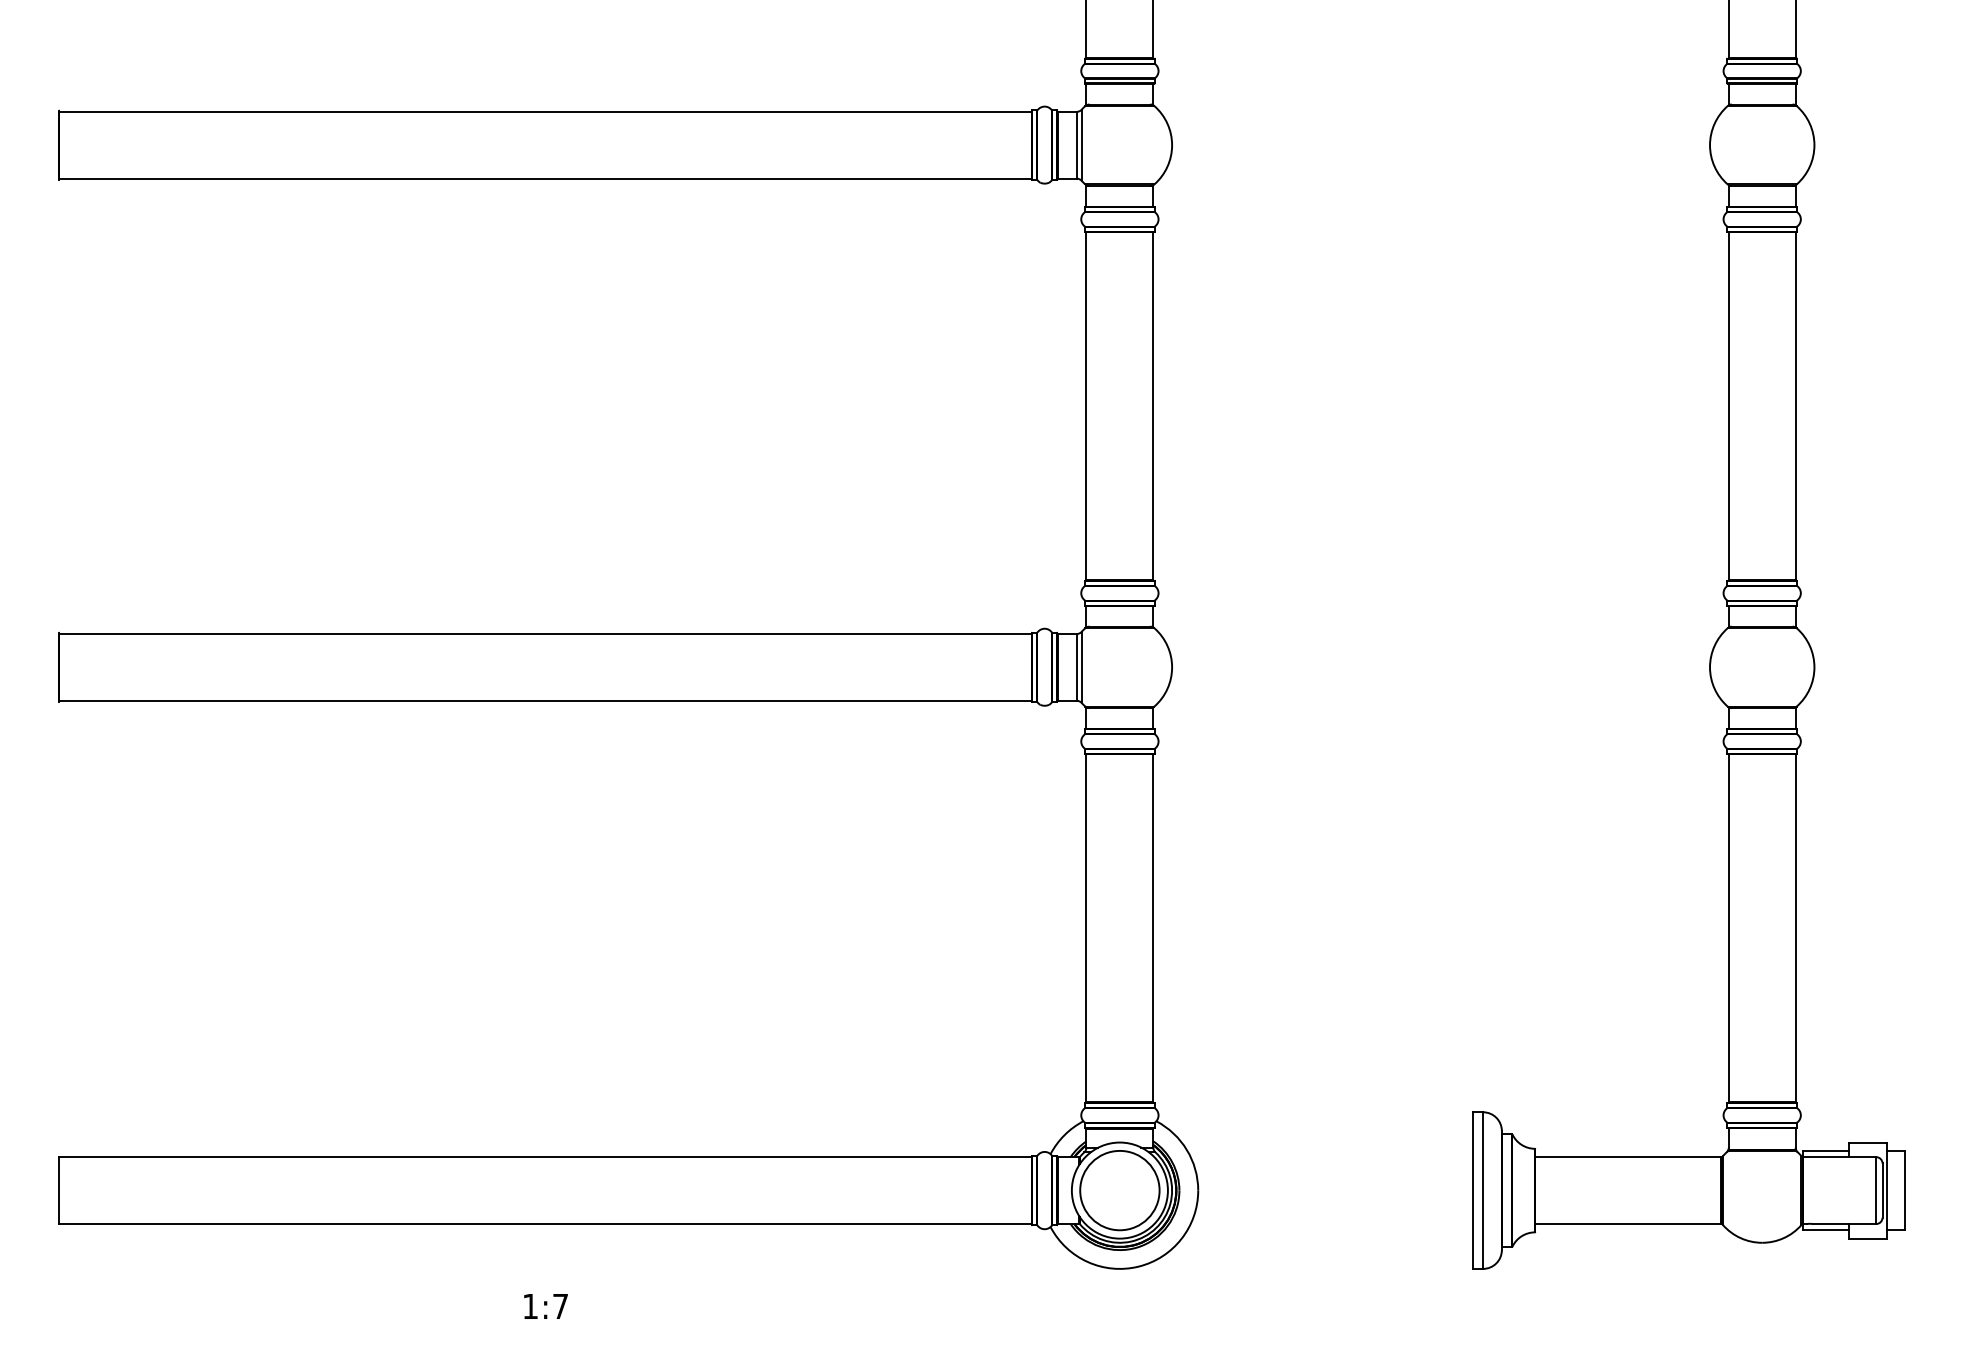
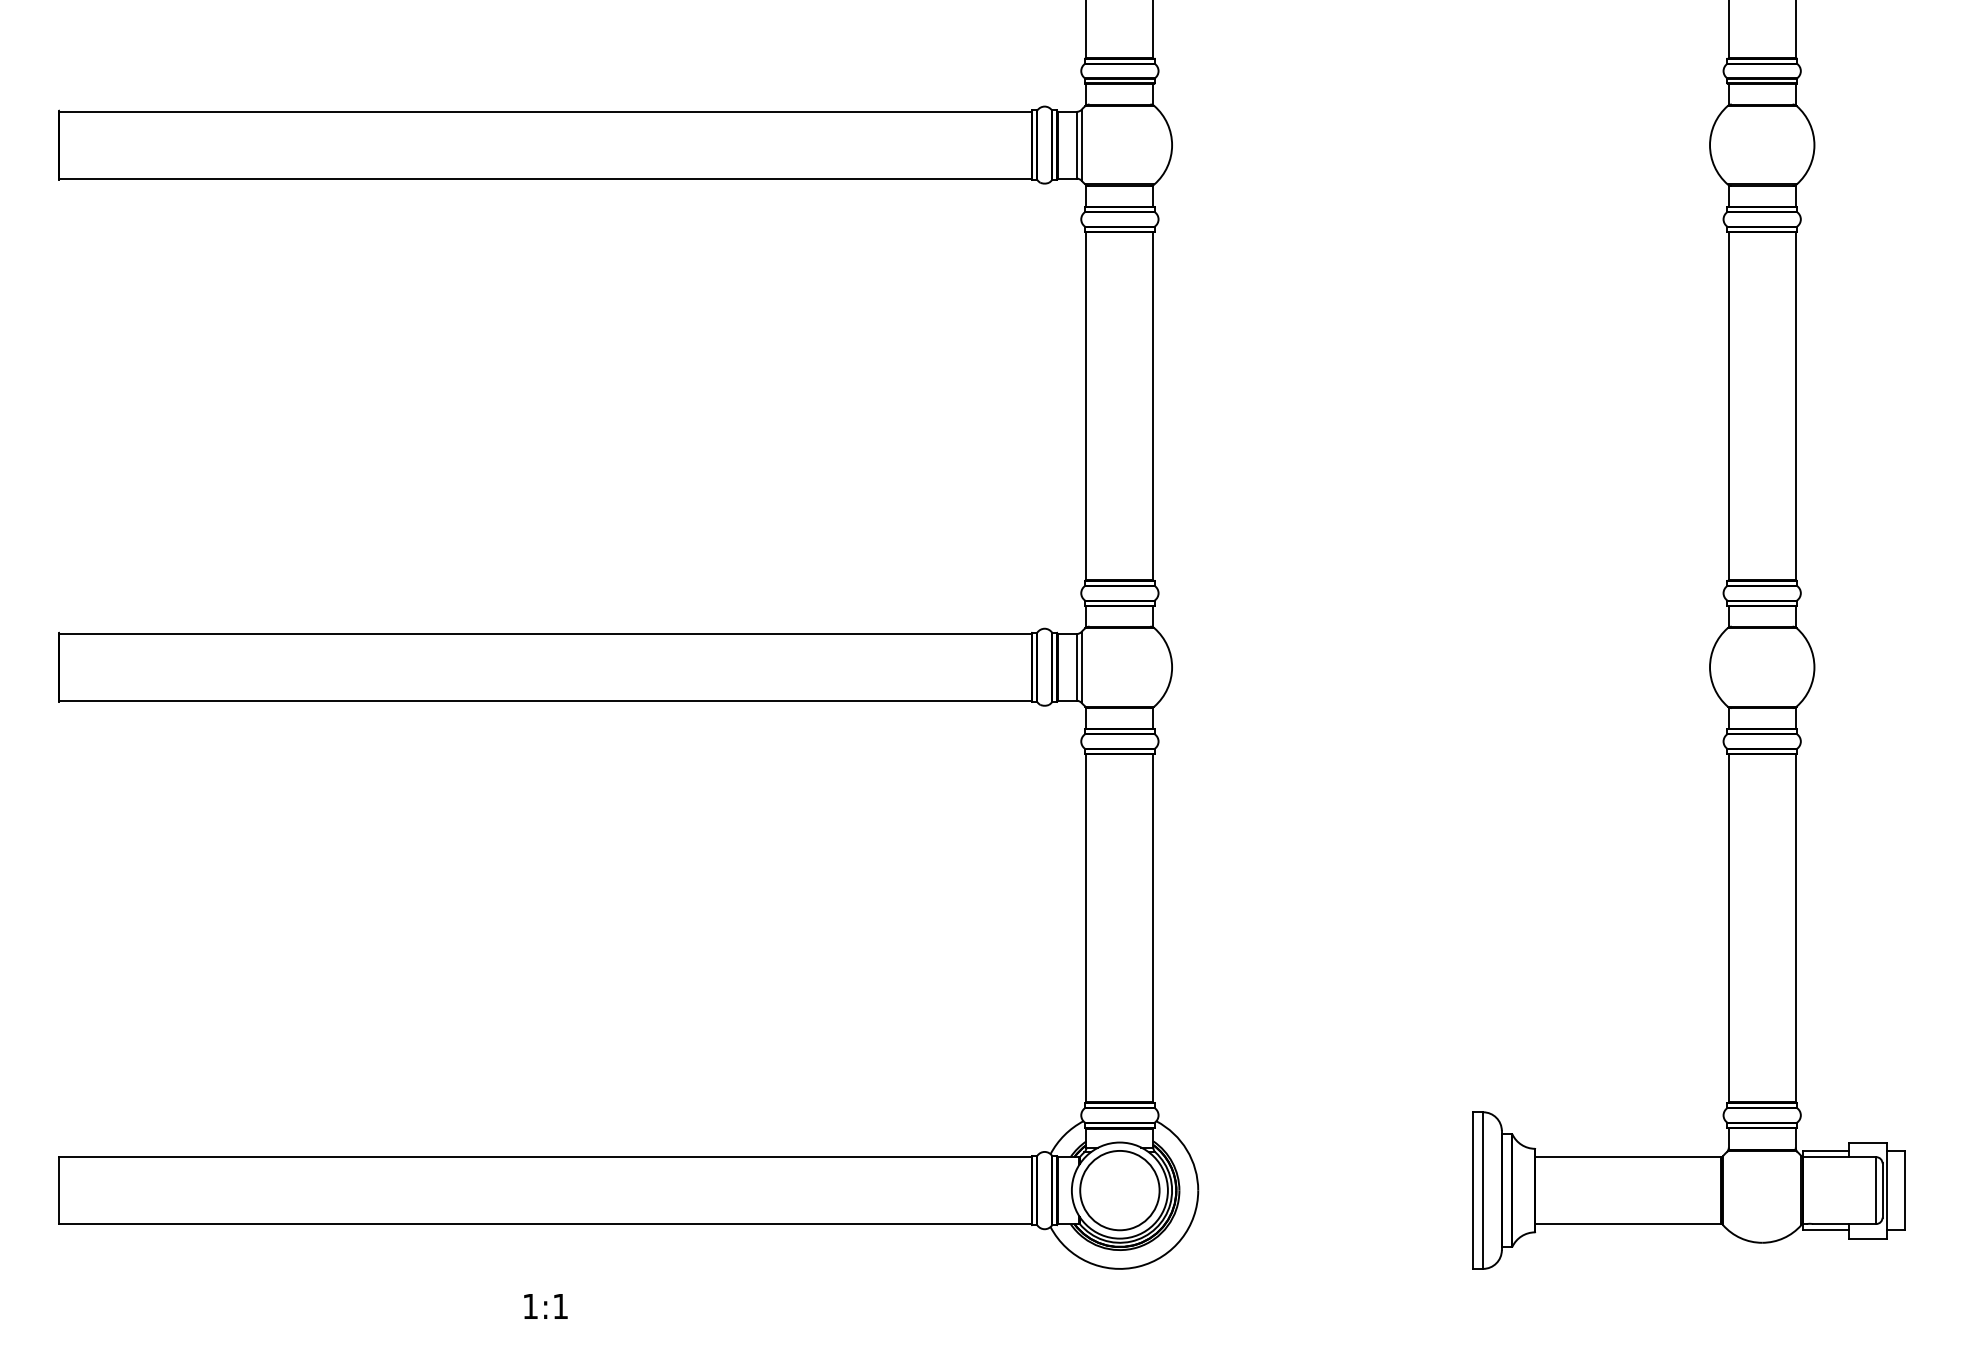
text at (560, 1306): 1:7 -> 1:1
